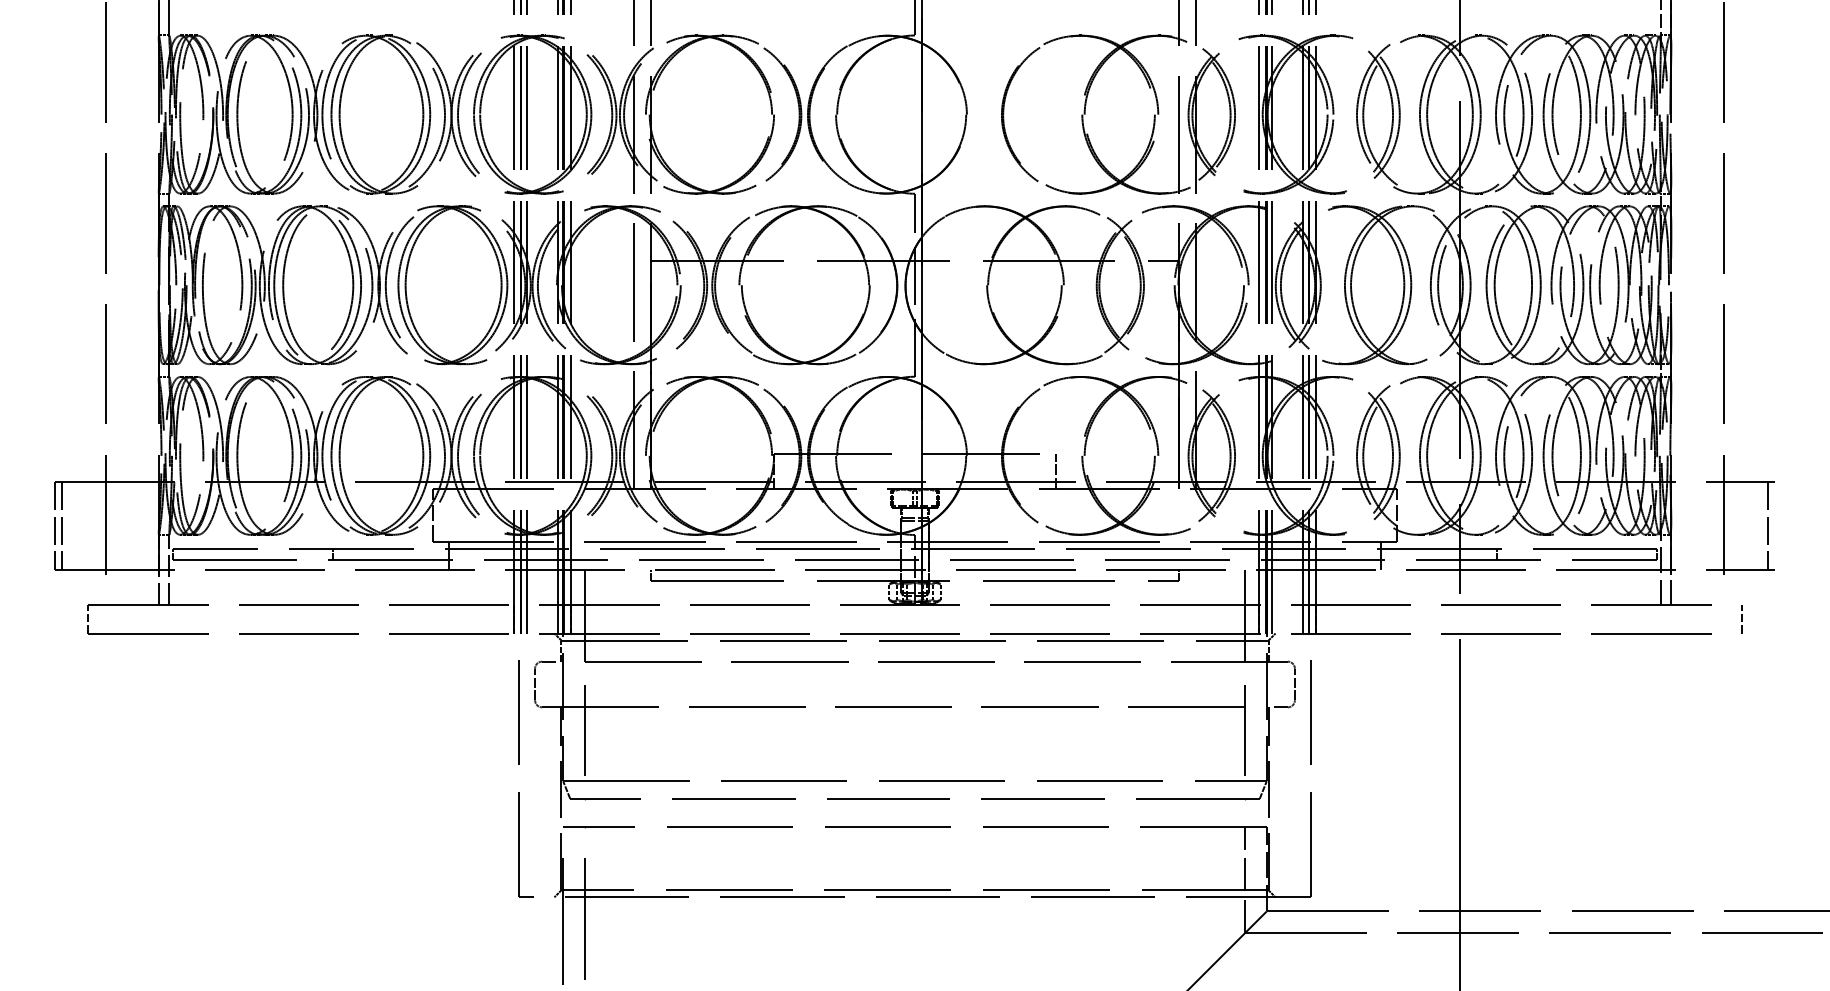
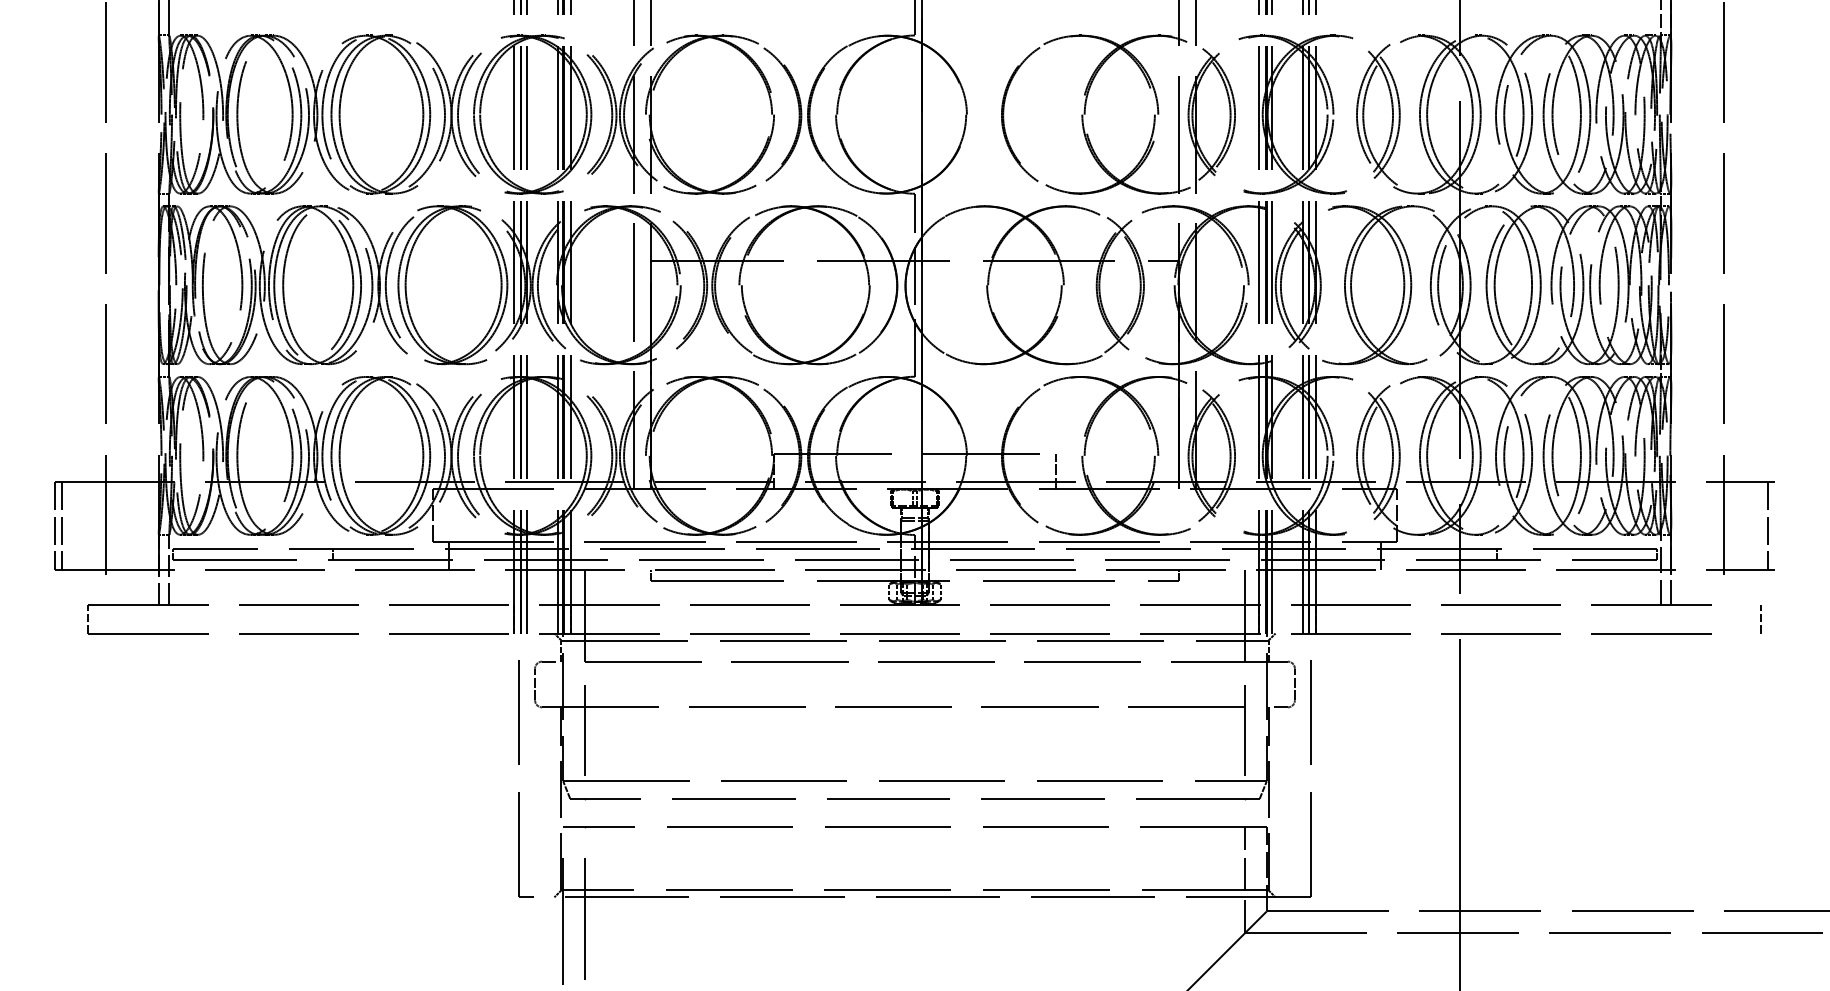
line at (1741, 619) position: (1741, 619) -> (1760, 619)
